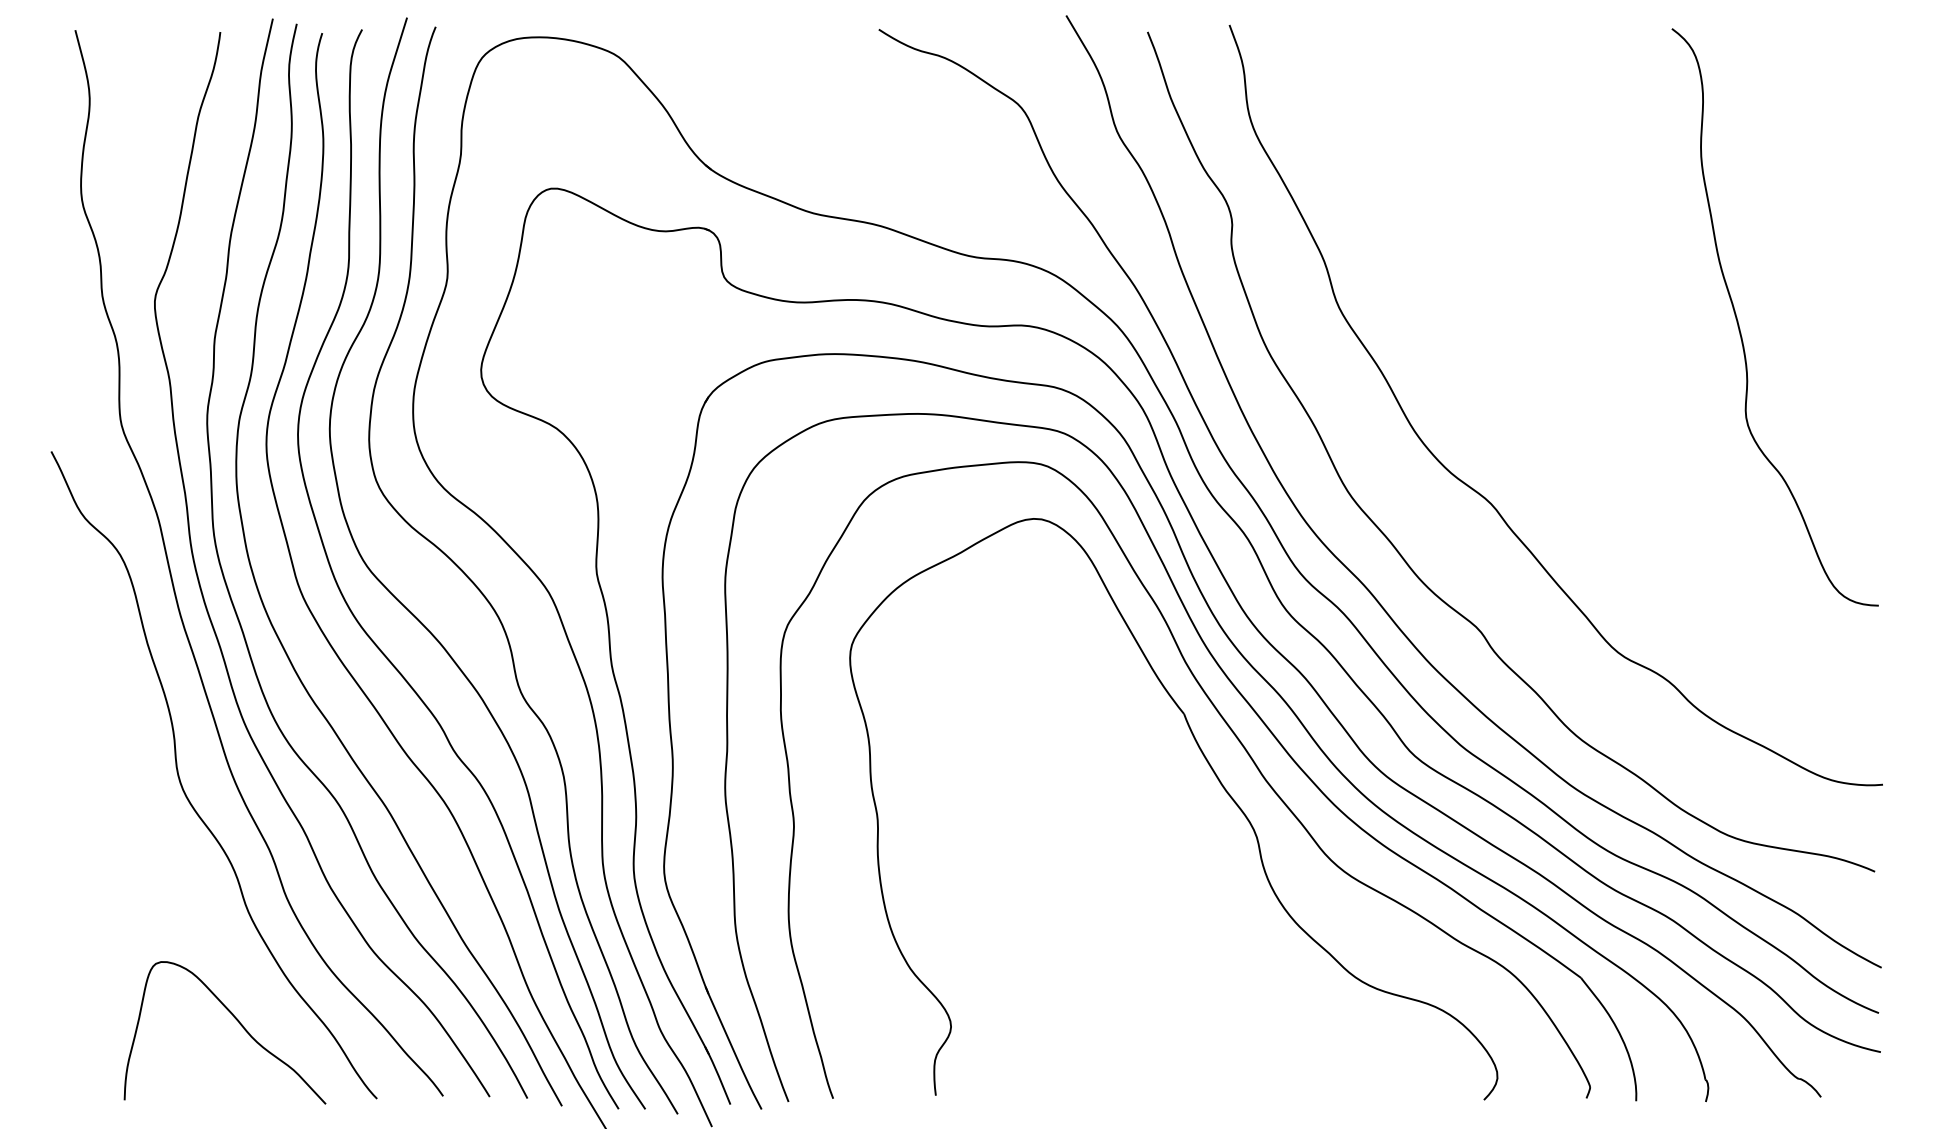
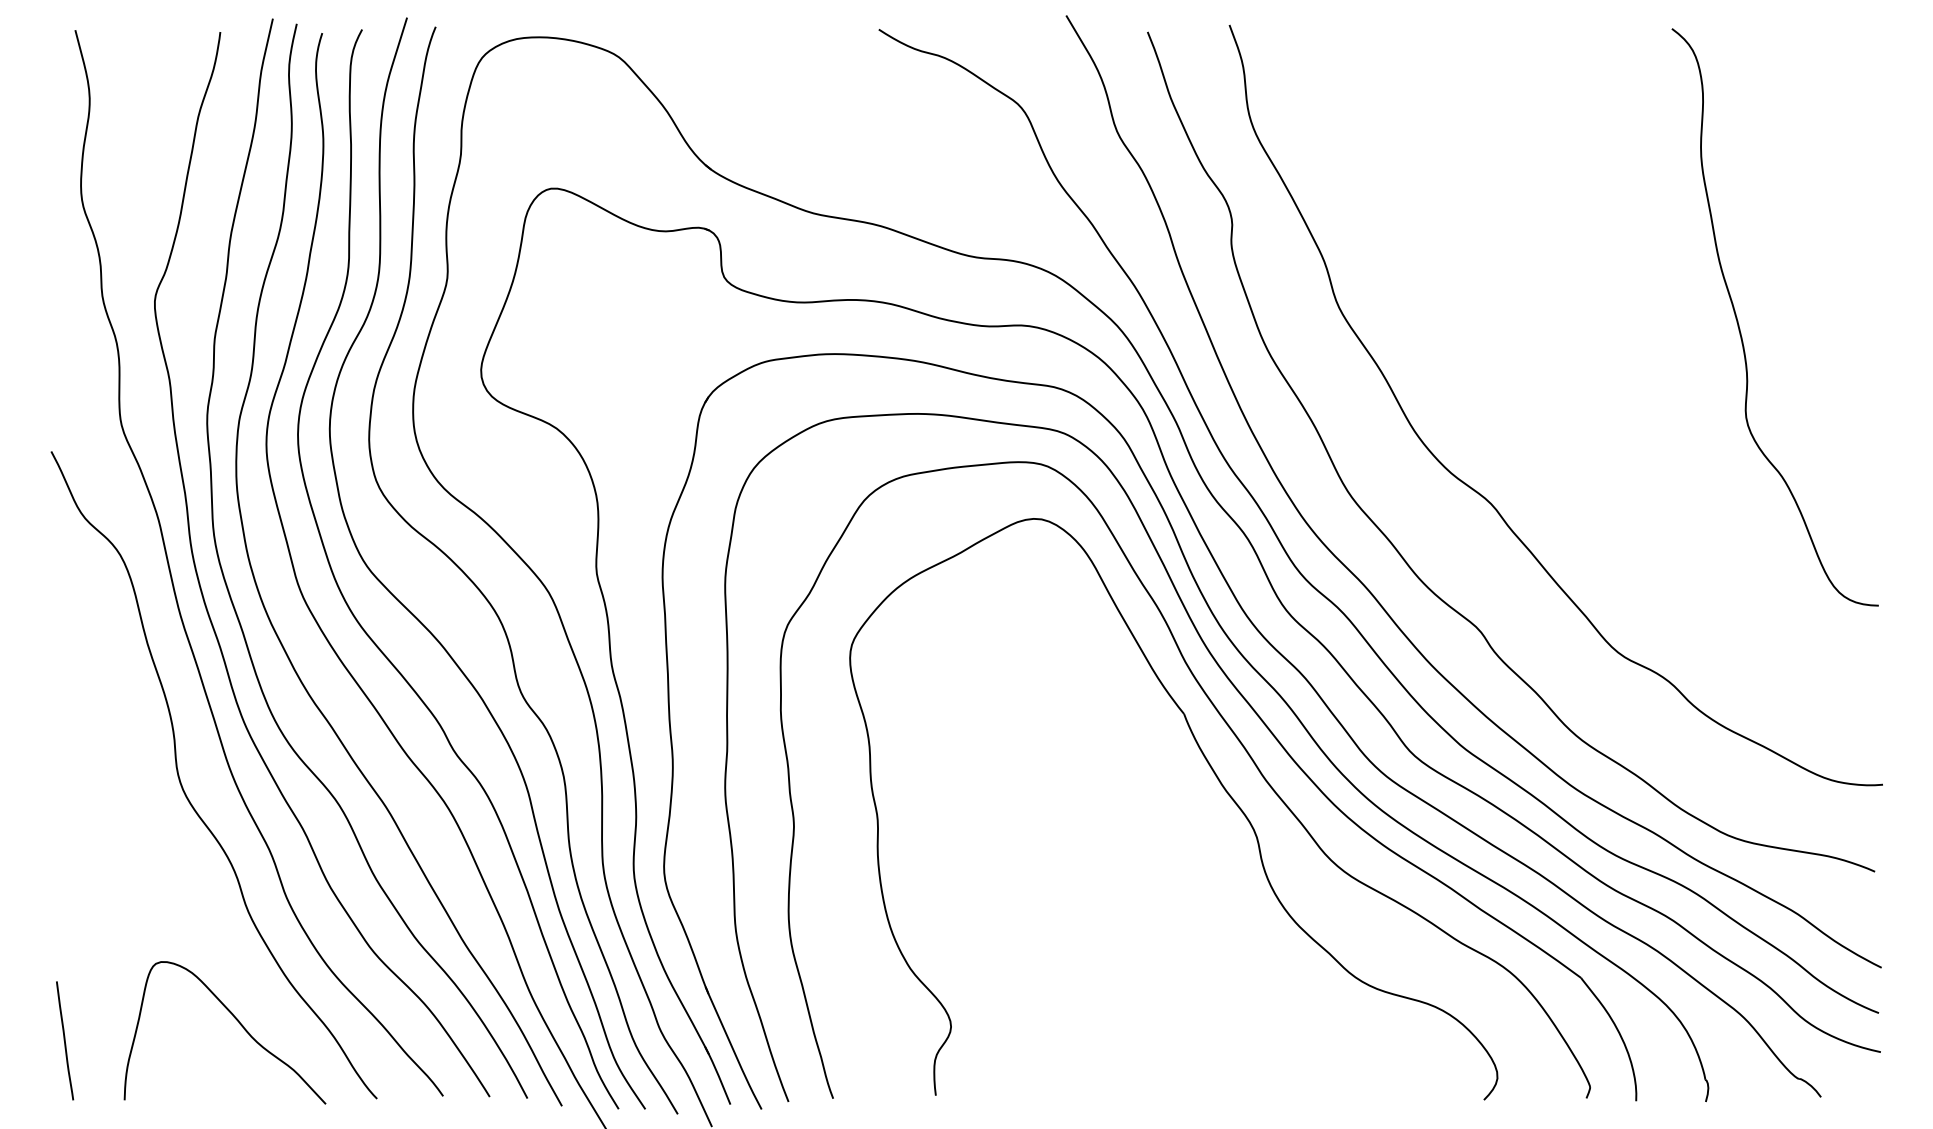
line at (65, 1040): none -> present
